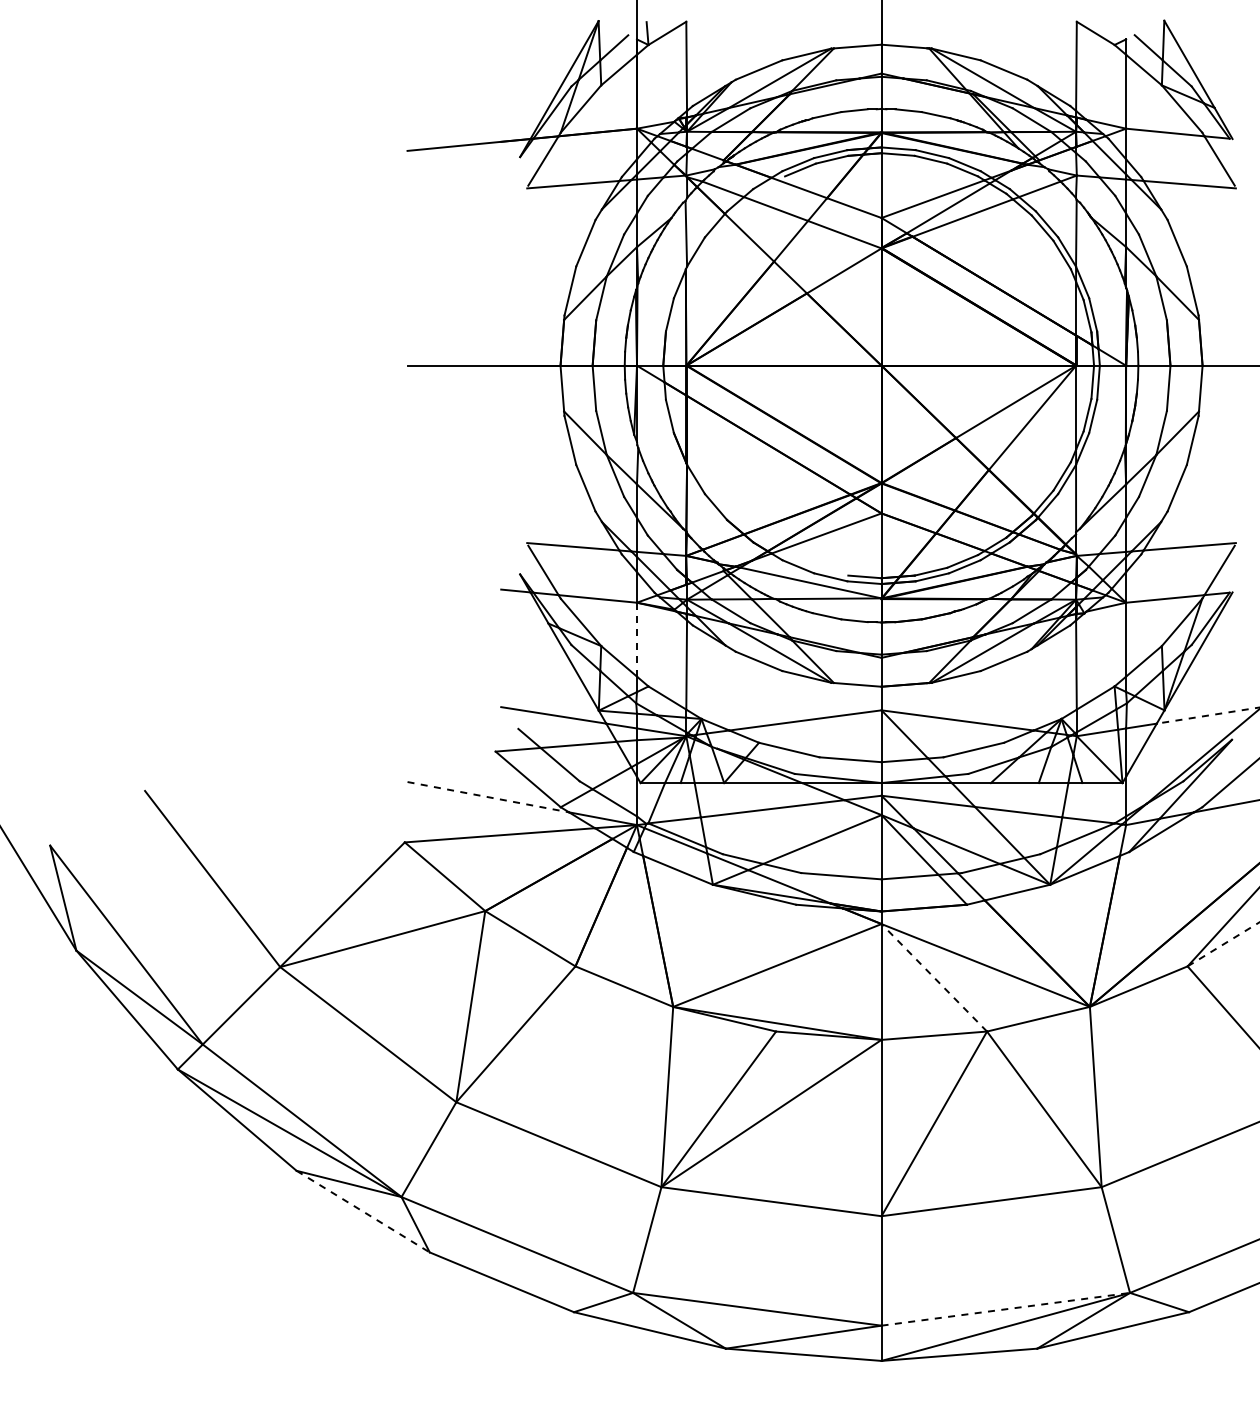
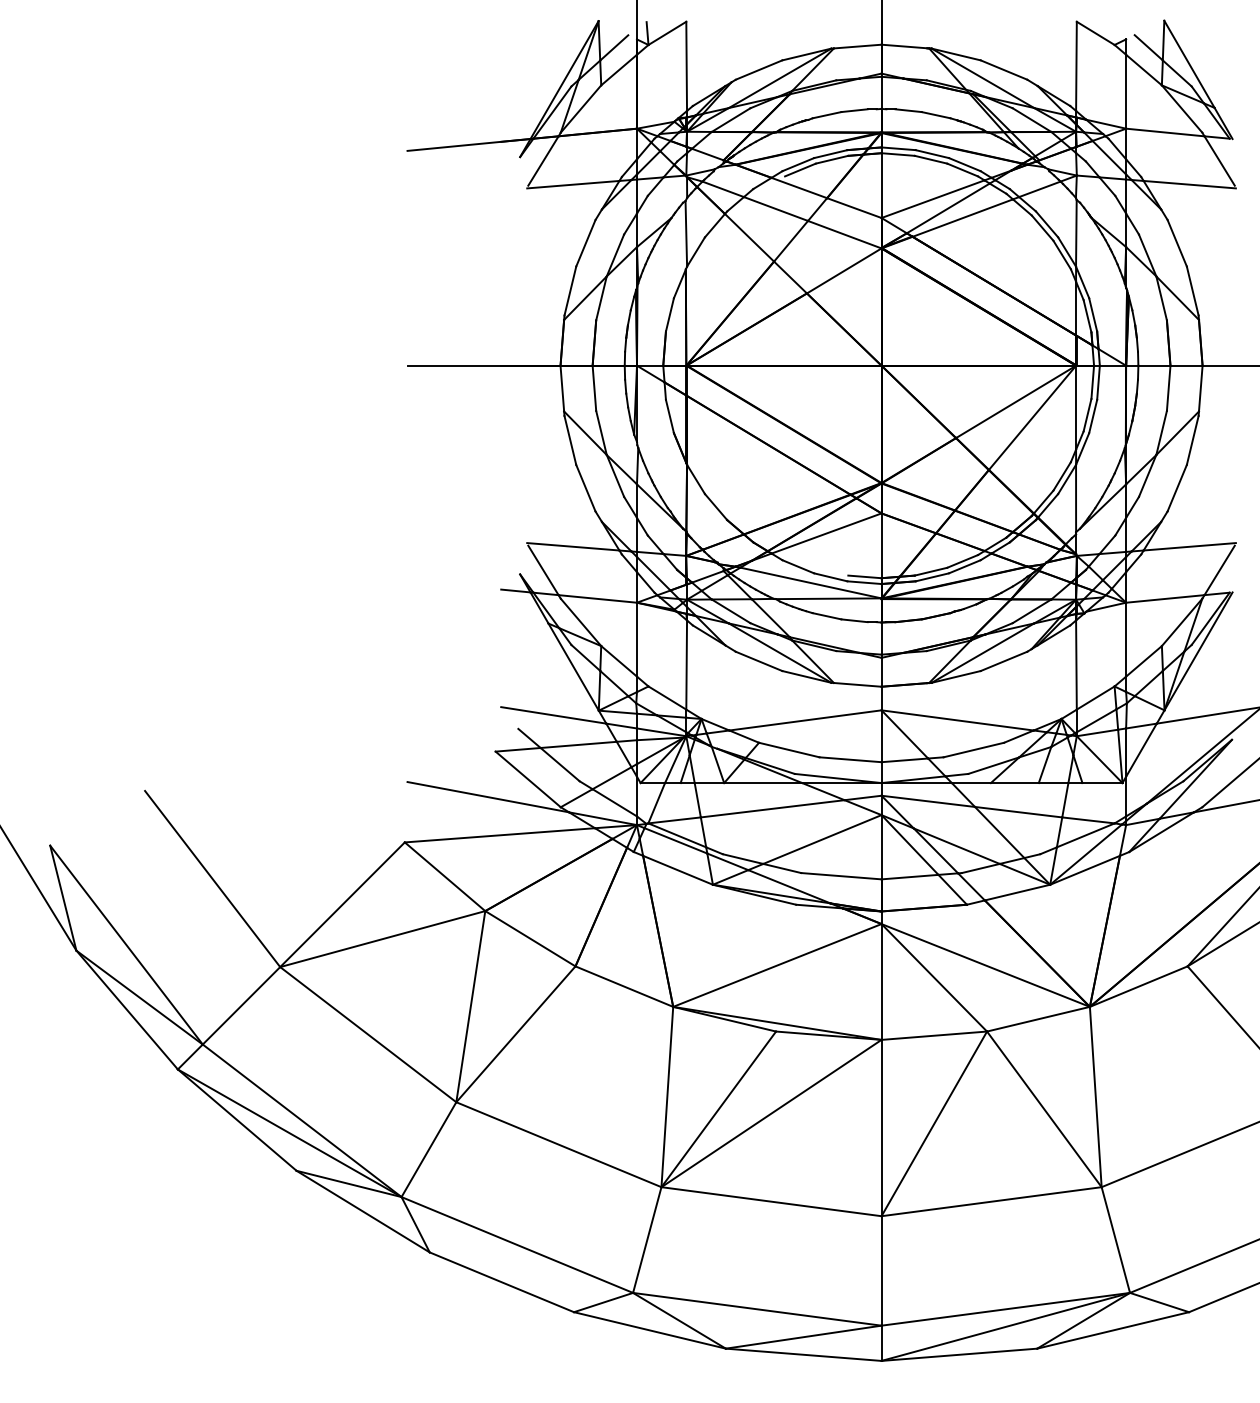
line at (636, 639): dashed -> solid
line at (1207, 715): dashed -> solid
line at (488, 797): dashed -> solid
line at (1224, 943): dashed -> solid
line at (933, 977): dashed -> solid
line at (363, 1211): dashed -> solid
line at (1006, 1309): dashed -> solid
